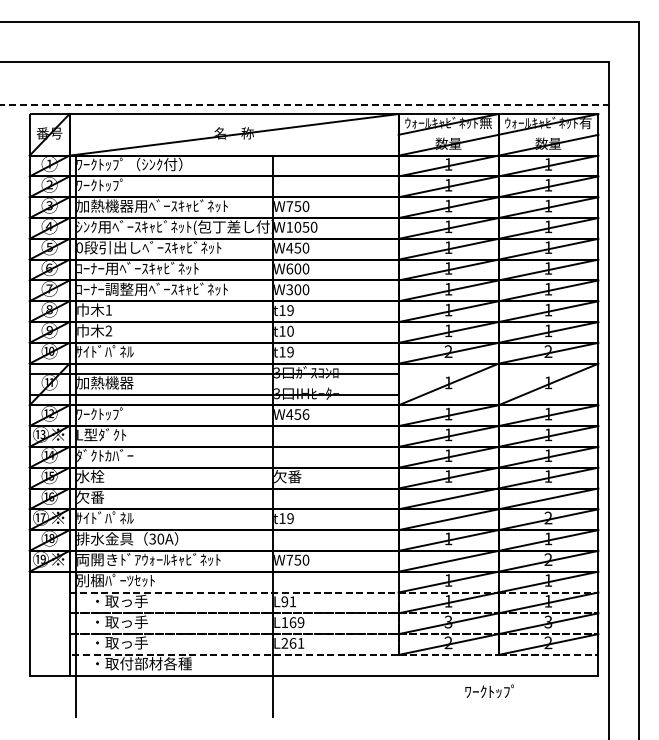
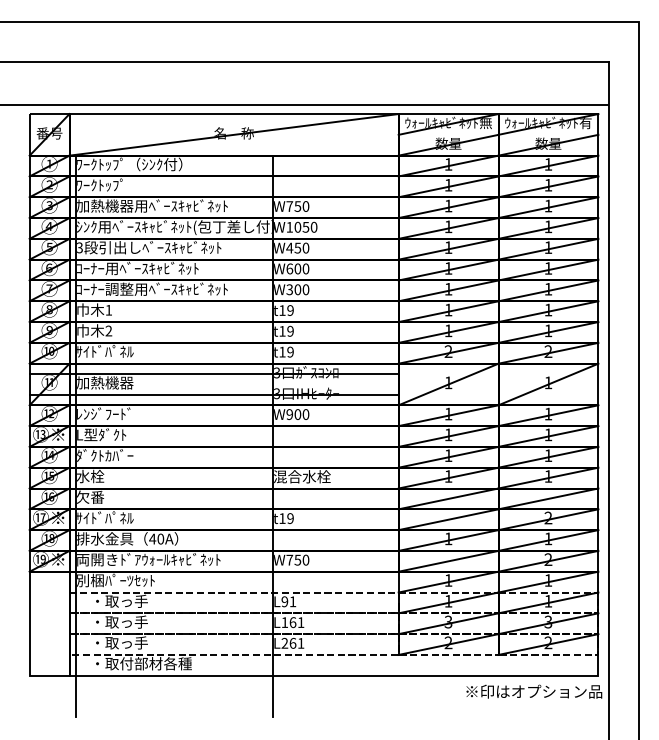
line at (304, 104): dashed -> solid
text at (79, 247): 0 -> 3
text at (290, 331): t10 -> t19
text at (103, 413): ﾜｰｸﾄｯﾌﾟ -> ﾚﾝｼﾞﾌｰﾄﾞ
text at (297, 414): W456 -> W900
text at (302, 476): 欠番 -> 混合水栓
text at (152, 538): 30A -> 40A
text at (300, 622): L169 -> L161
text at (533, 691): ﾜｰｸﾄｯﾌﾟ -> ※印はオプション品
